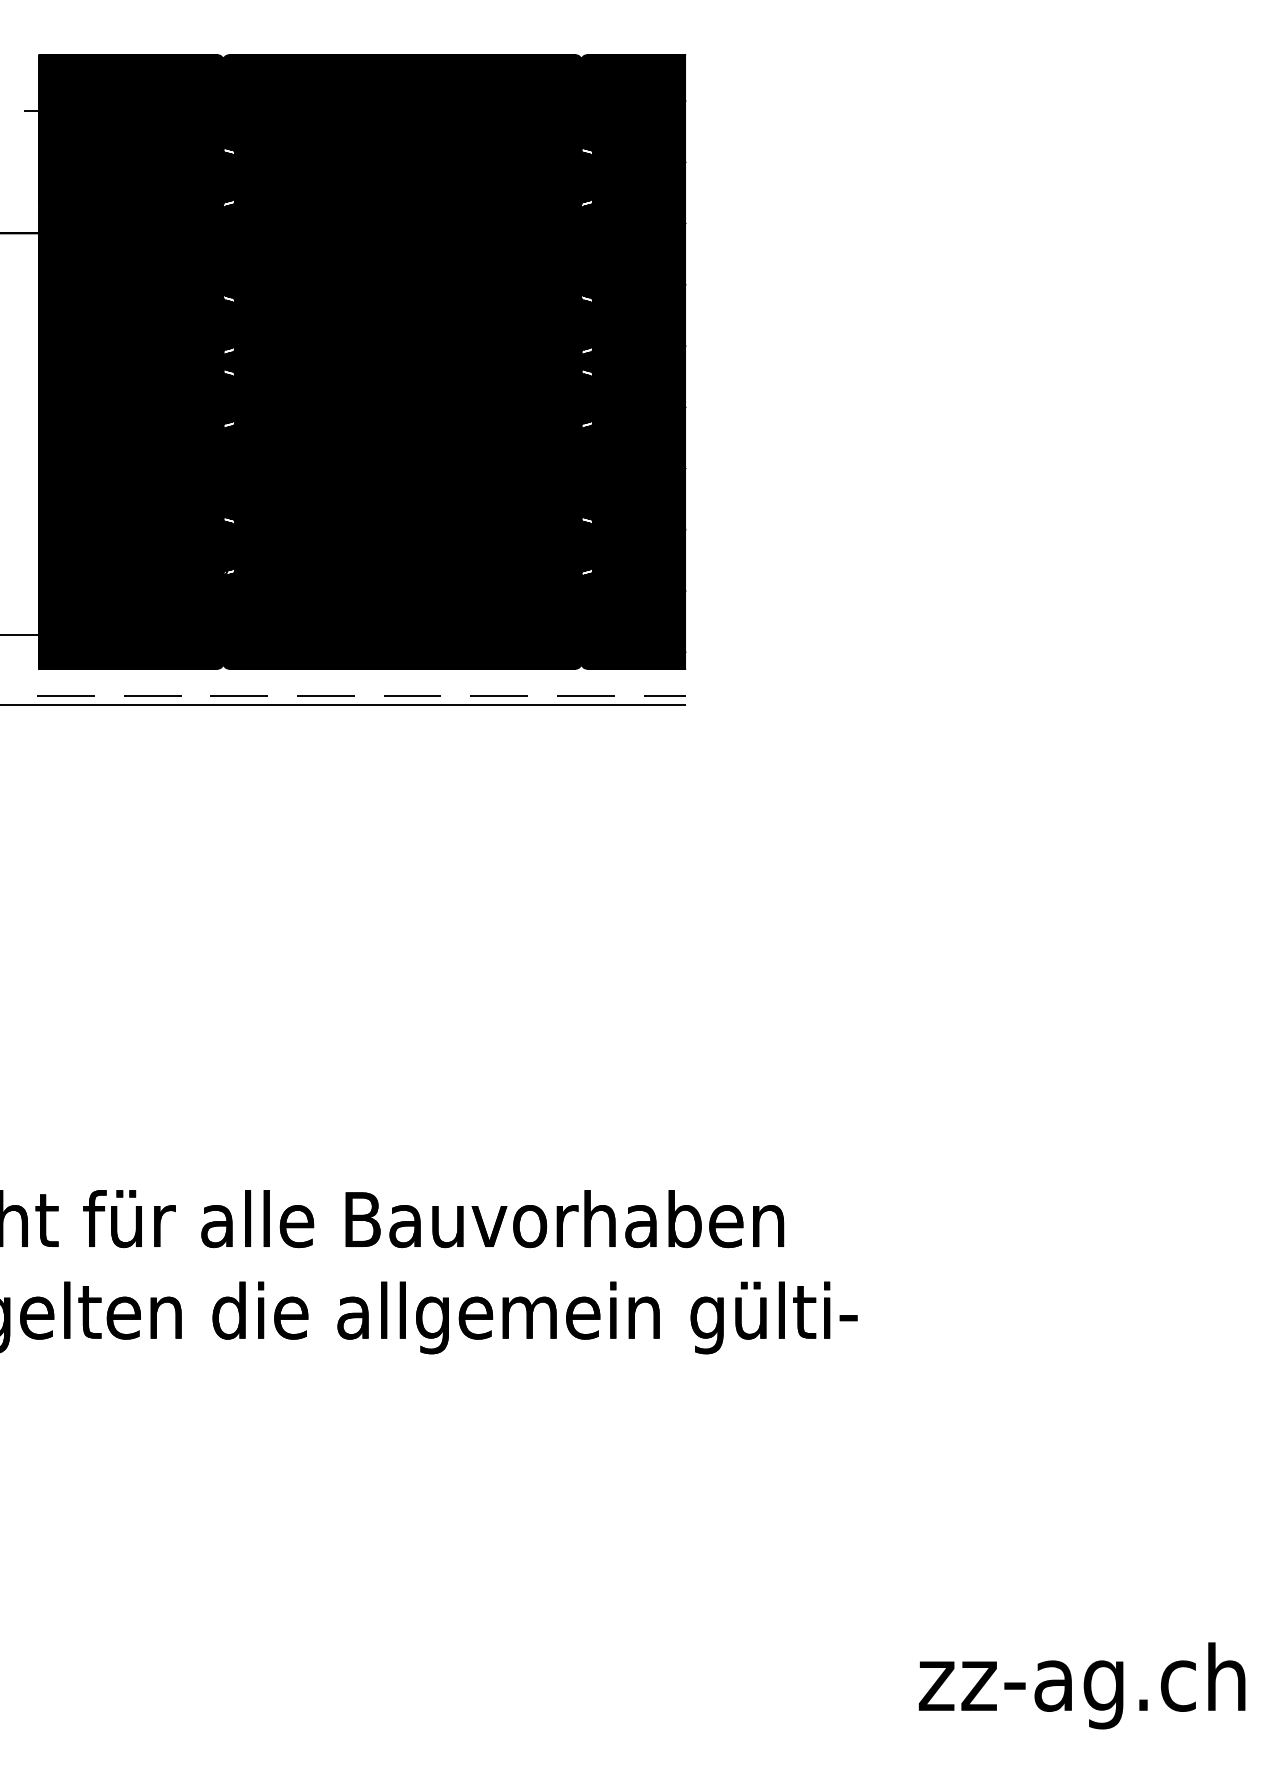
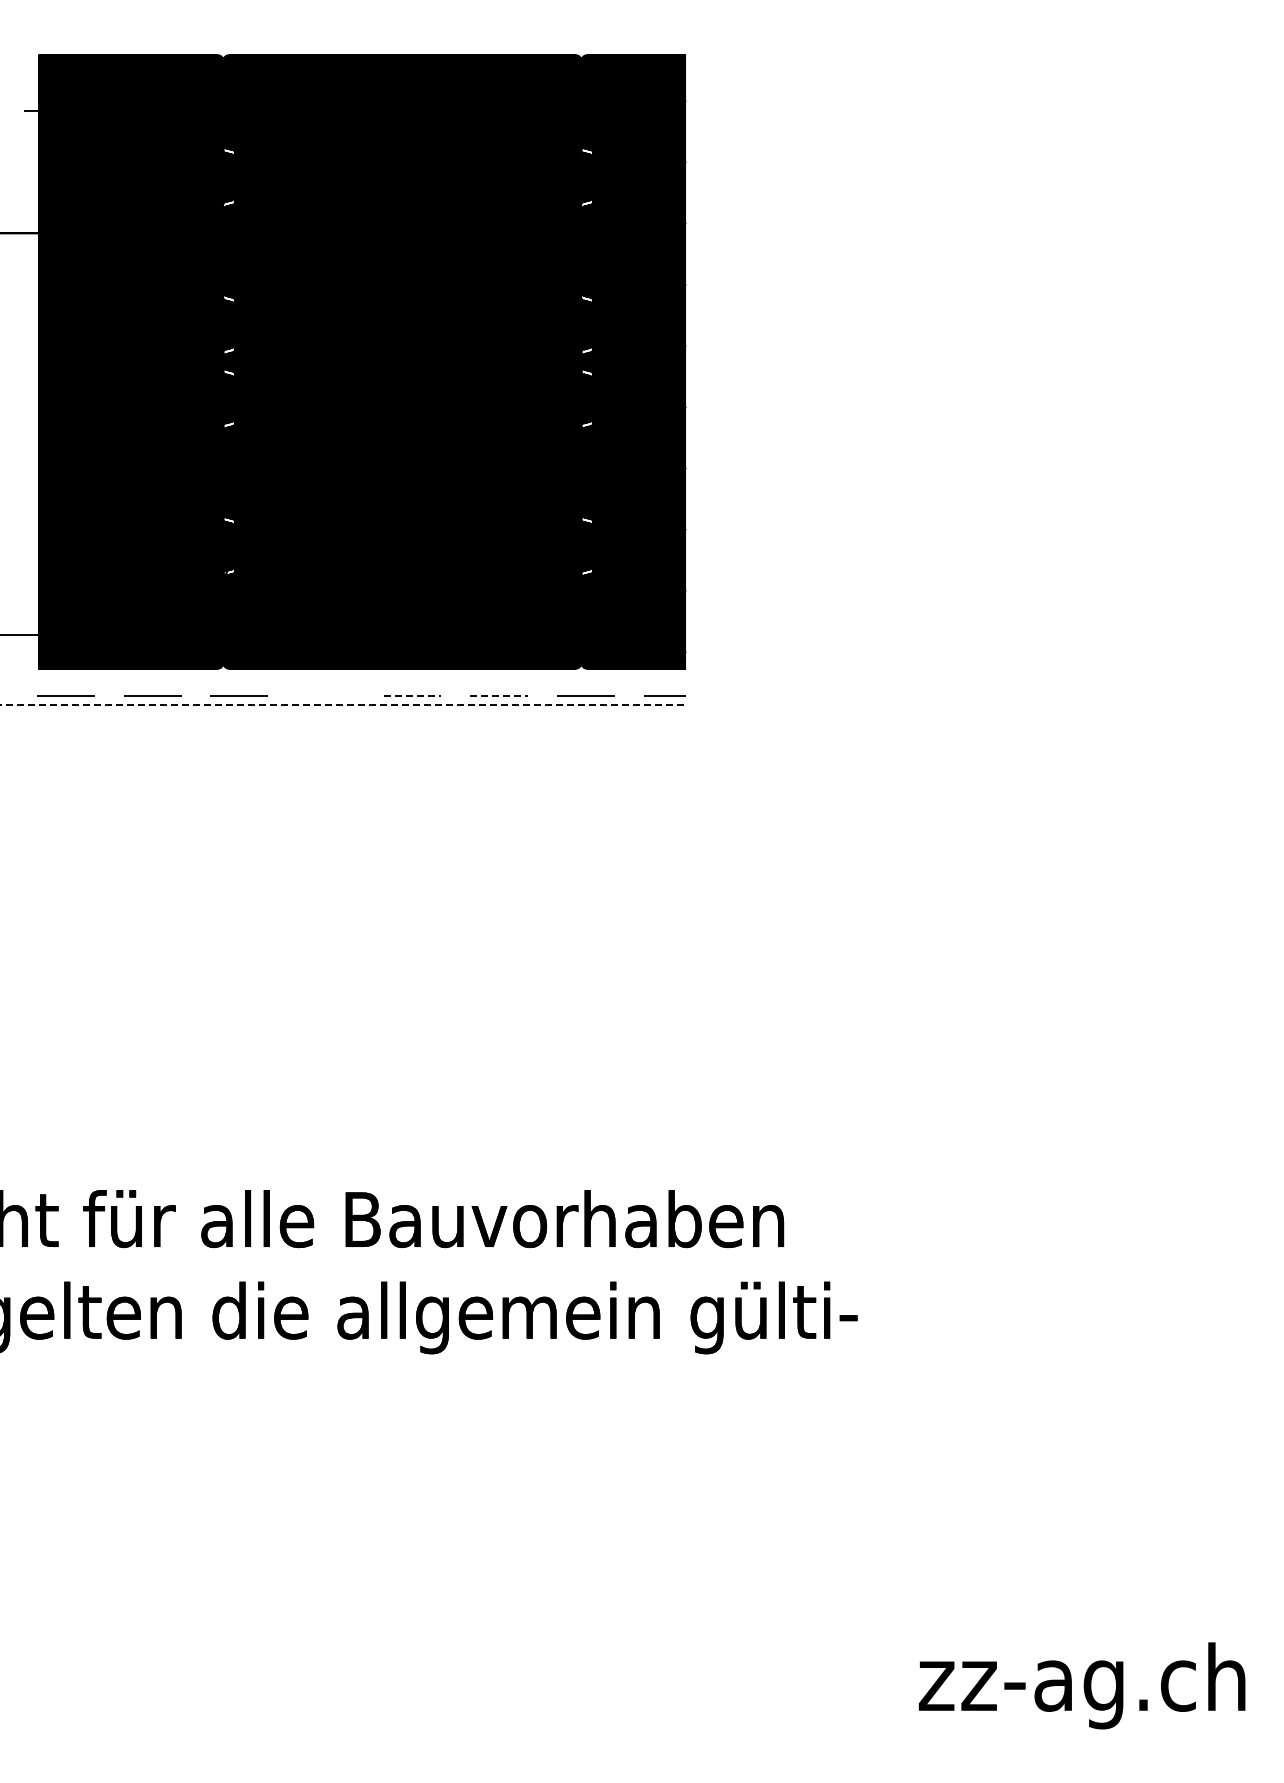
line at (325, 695): present -> none
line at (412, 696): solid -> dashed
line at (499, 696): solid -> dashed
line at (343, 704): solid -> dashed
